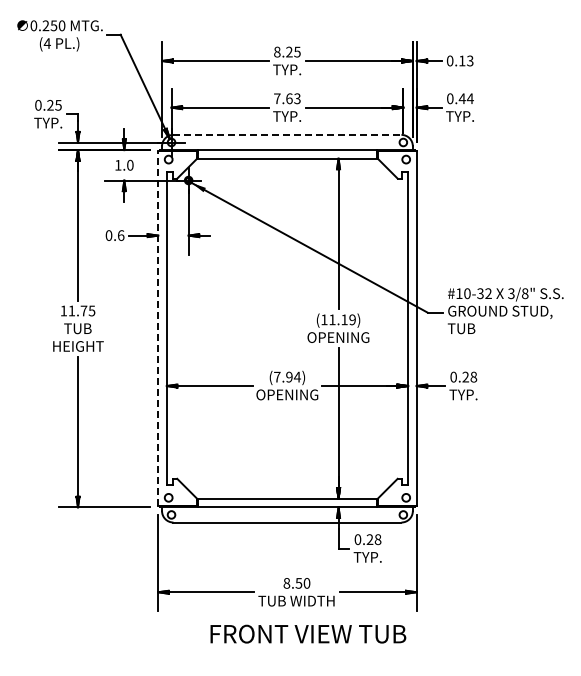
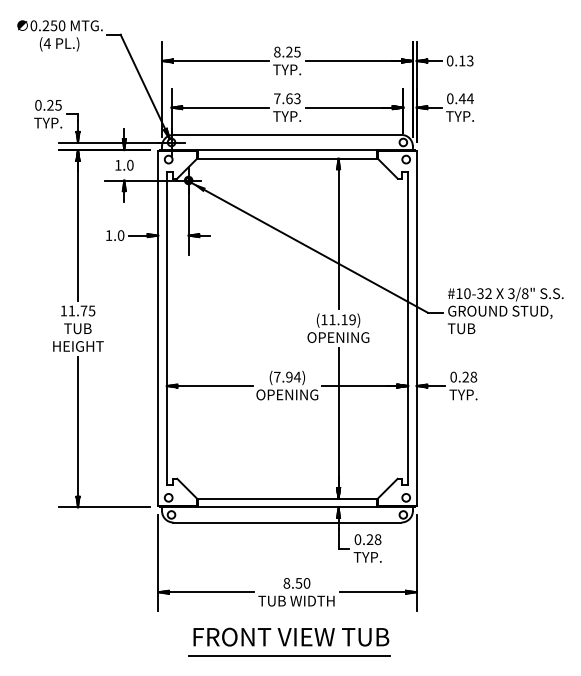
line at (287, 134): dashed -> solid
text at (114, 235): 0.6 -> 1.0
line at (158, 328): dashed -> solid
text at (308, 633) position: (308, 633) -> (291, 636)
line at (289, 655): none -> present
